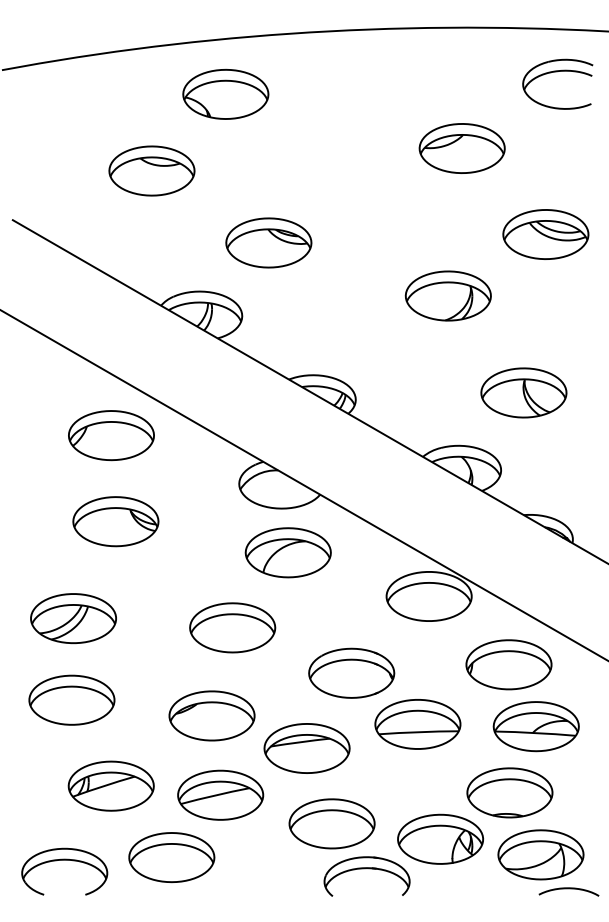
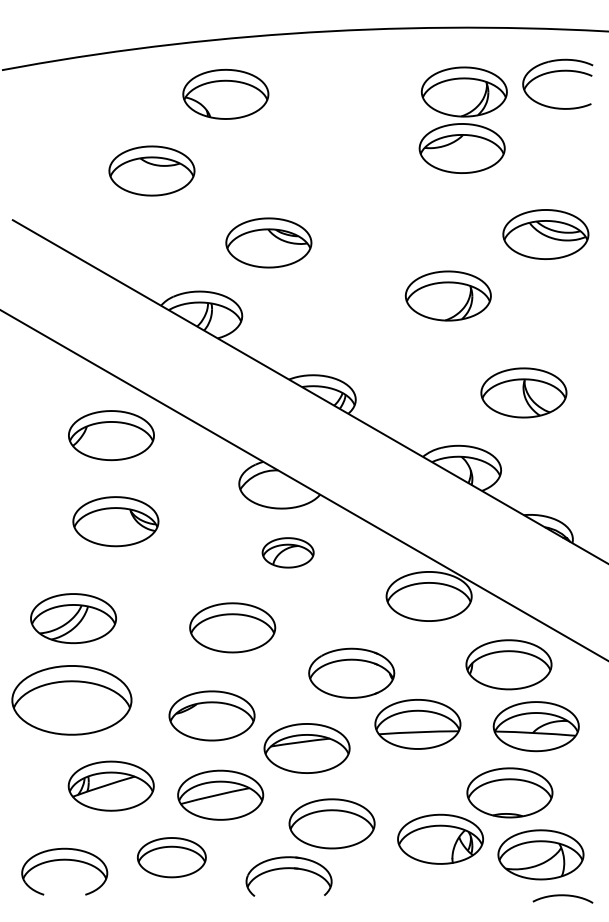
part at (463, 91): none -> present
part at (287, 552) size: 88x52 px -> 54x32 px
part at (71, 699) size: 88x52 px -> 122x71 px
part at (171, 857) size: 88x52 px -> 71x42 px
part at (365, 869) position: (365, 869) -> (287, 869)
curve at (568, 889) position: (568, 889) -> (562, 896)
